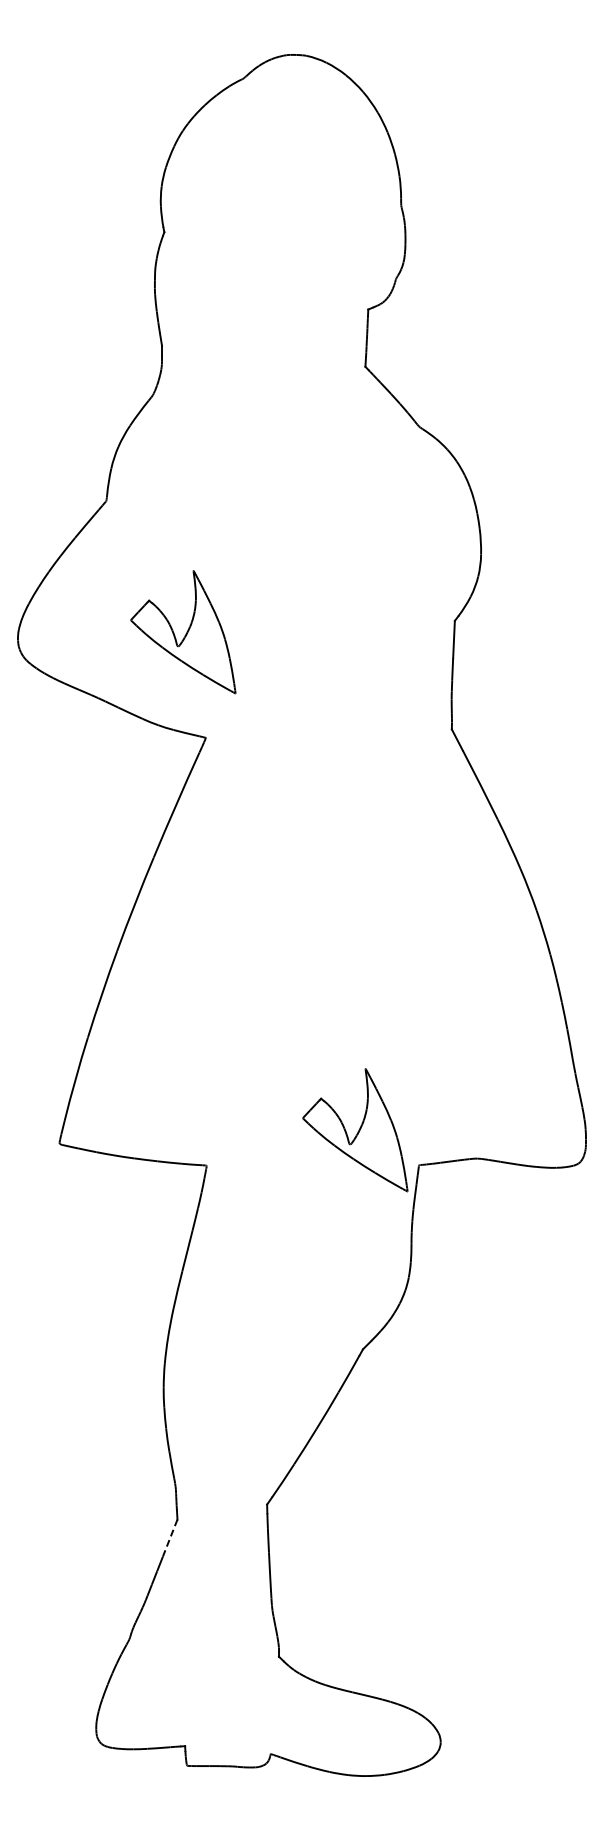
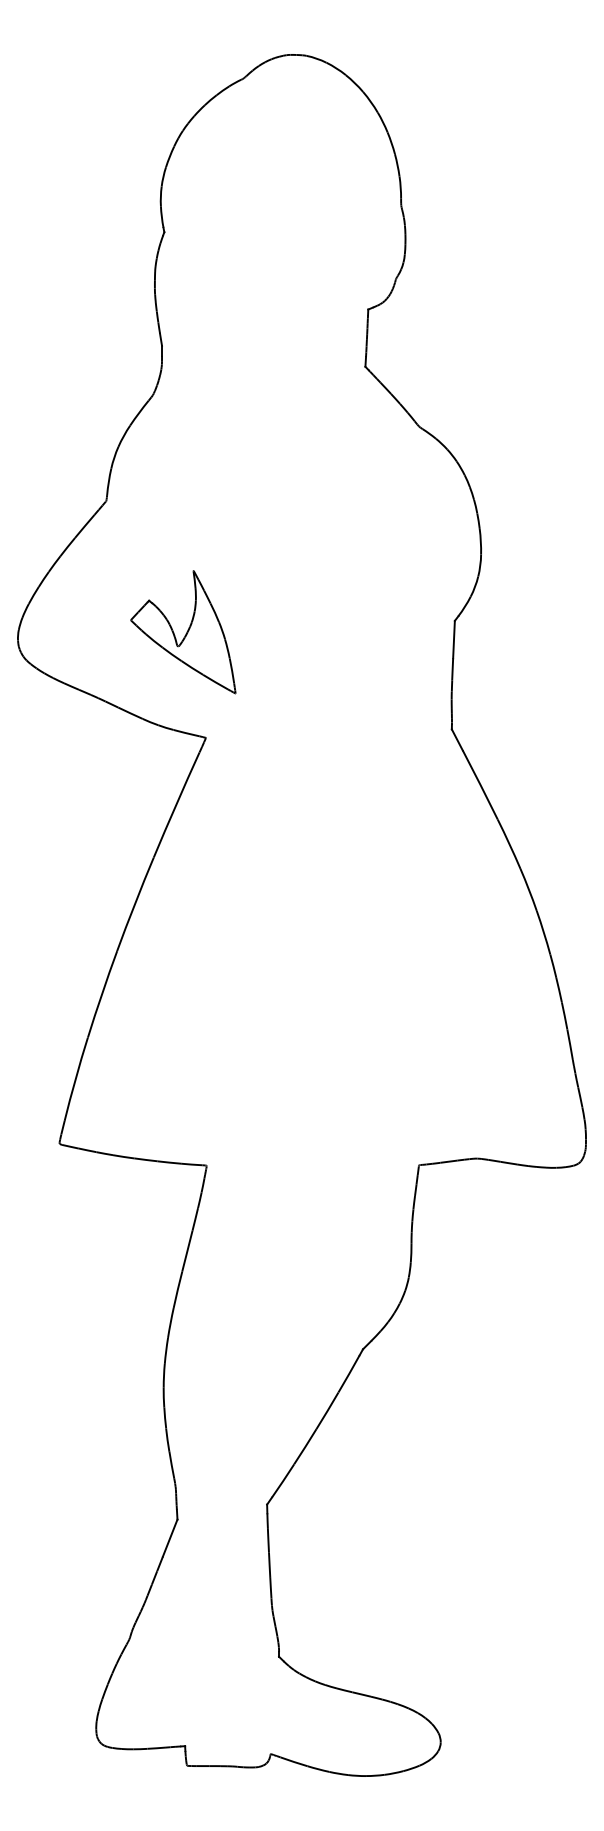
part at (355, 1130): present -> none
line at (170, 1538): dashed -> solid
